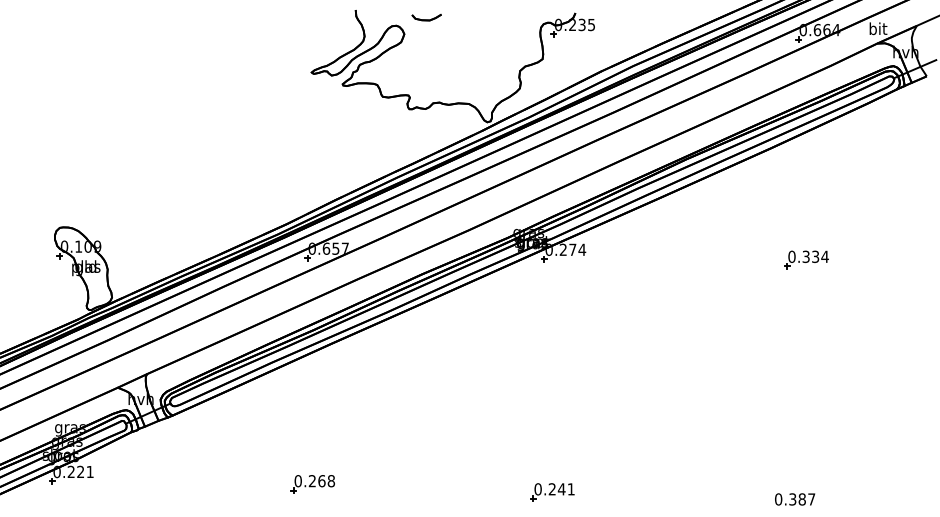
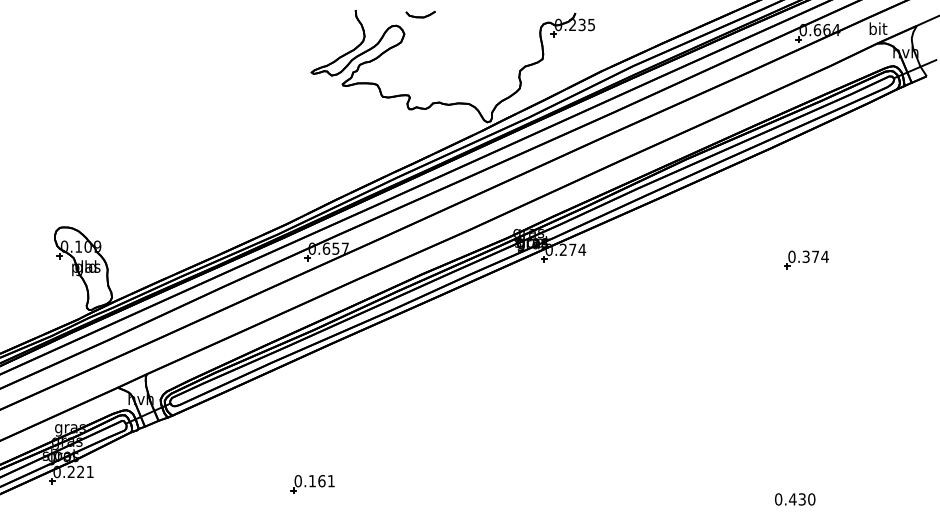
part at (426, 17) position: (426, 17) -> (420, 14)
text at (815, 256): 0.334 -> 0.374
text at (321, 481): 0.268 -> 0.161
part at (552, 492): present -> none
text at (801, 499): 0.387 -> 0.430
